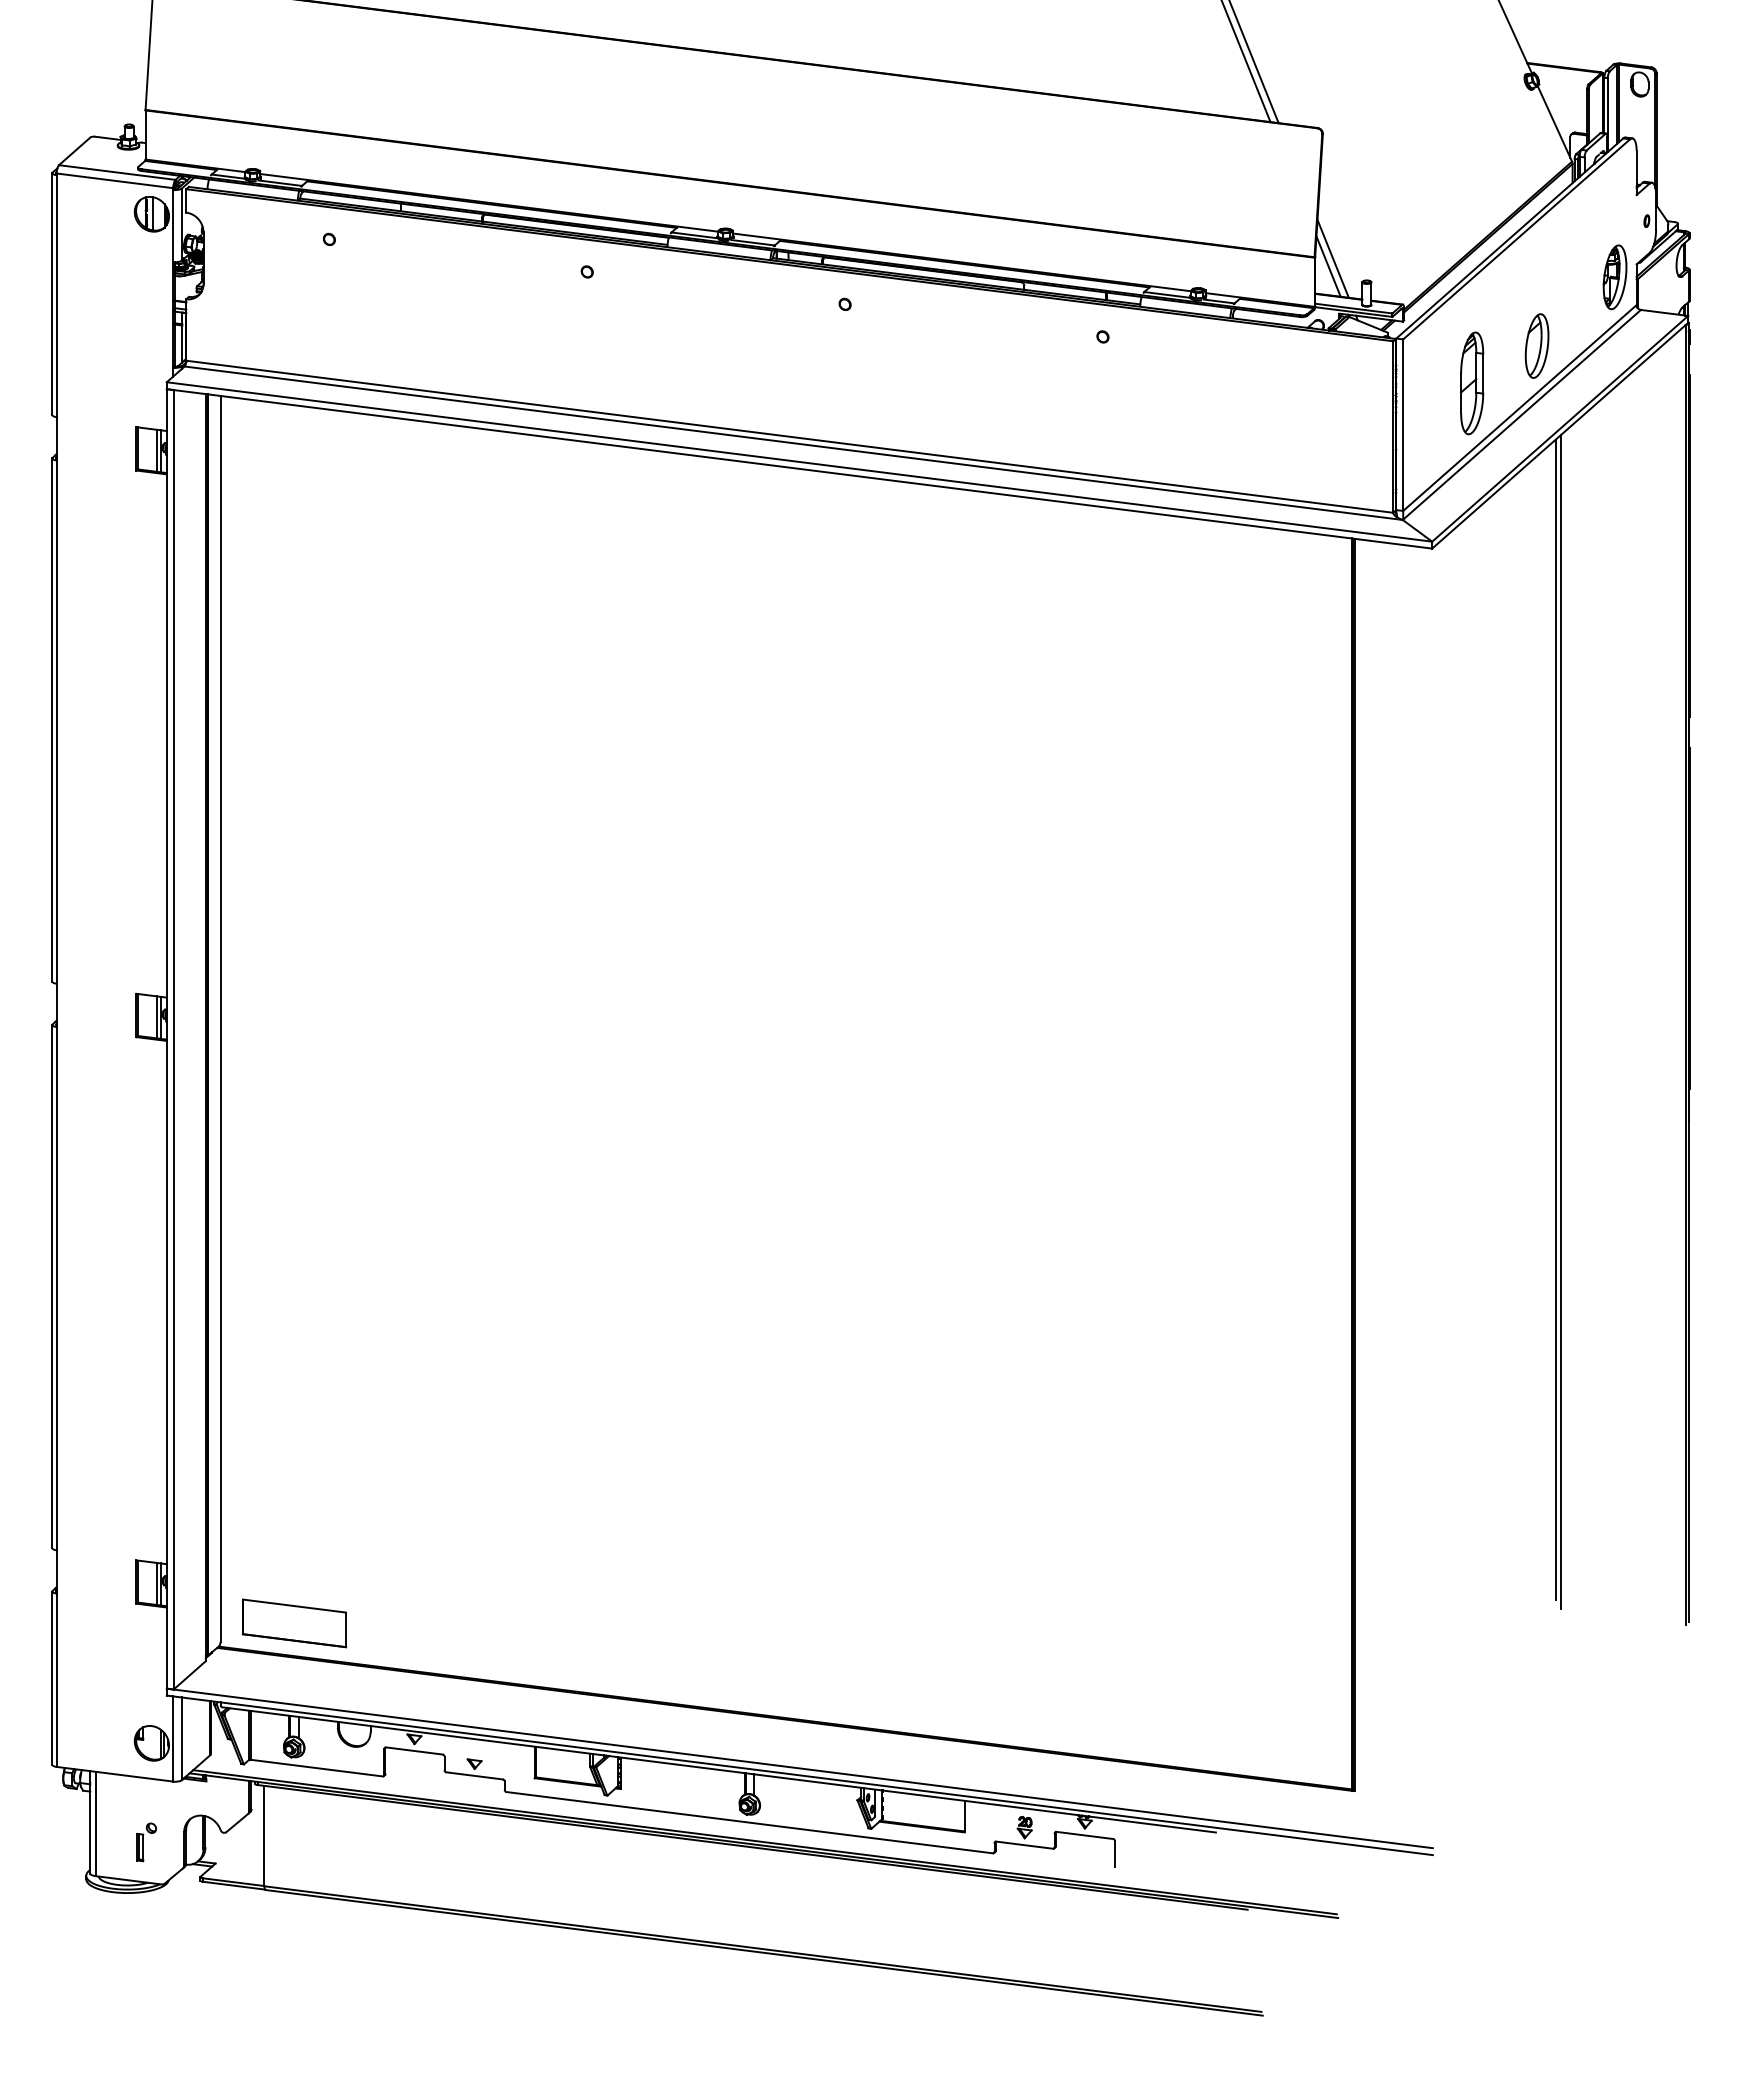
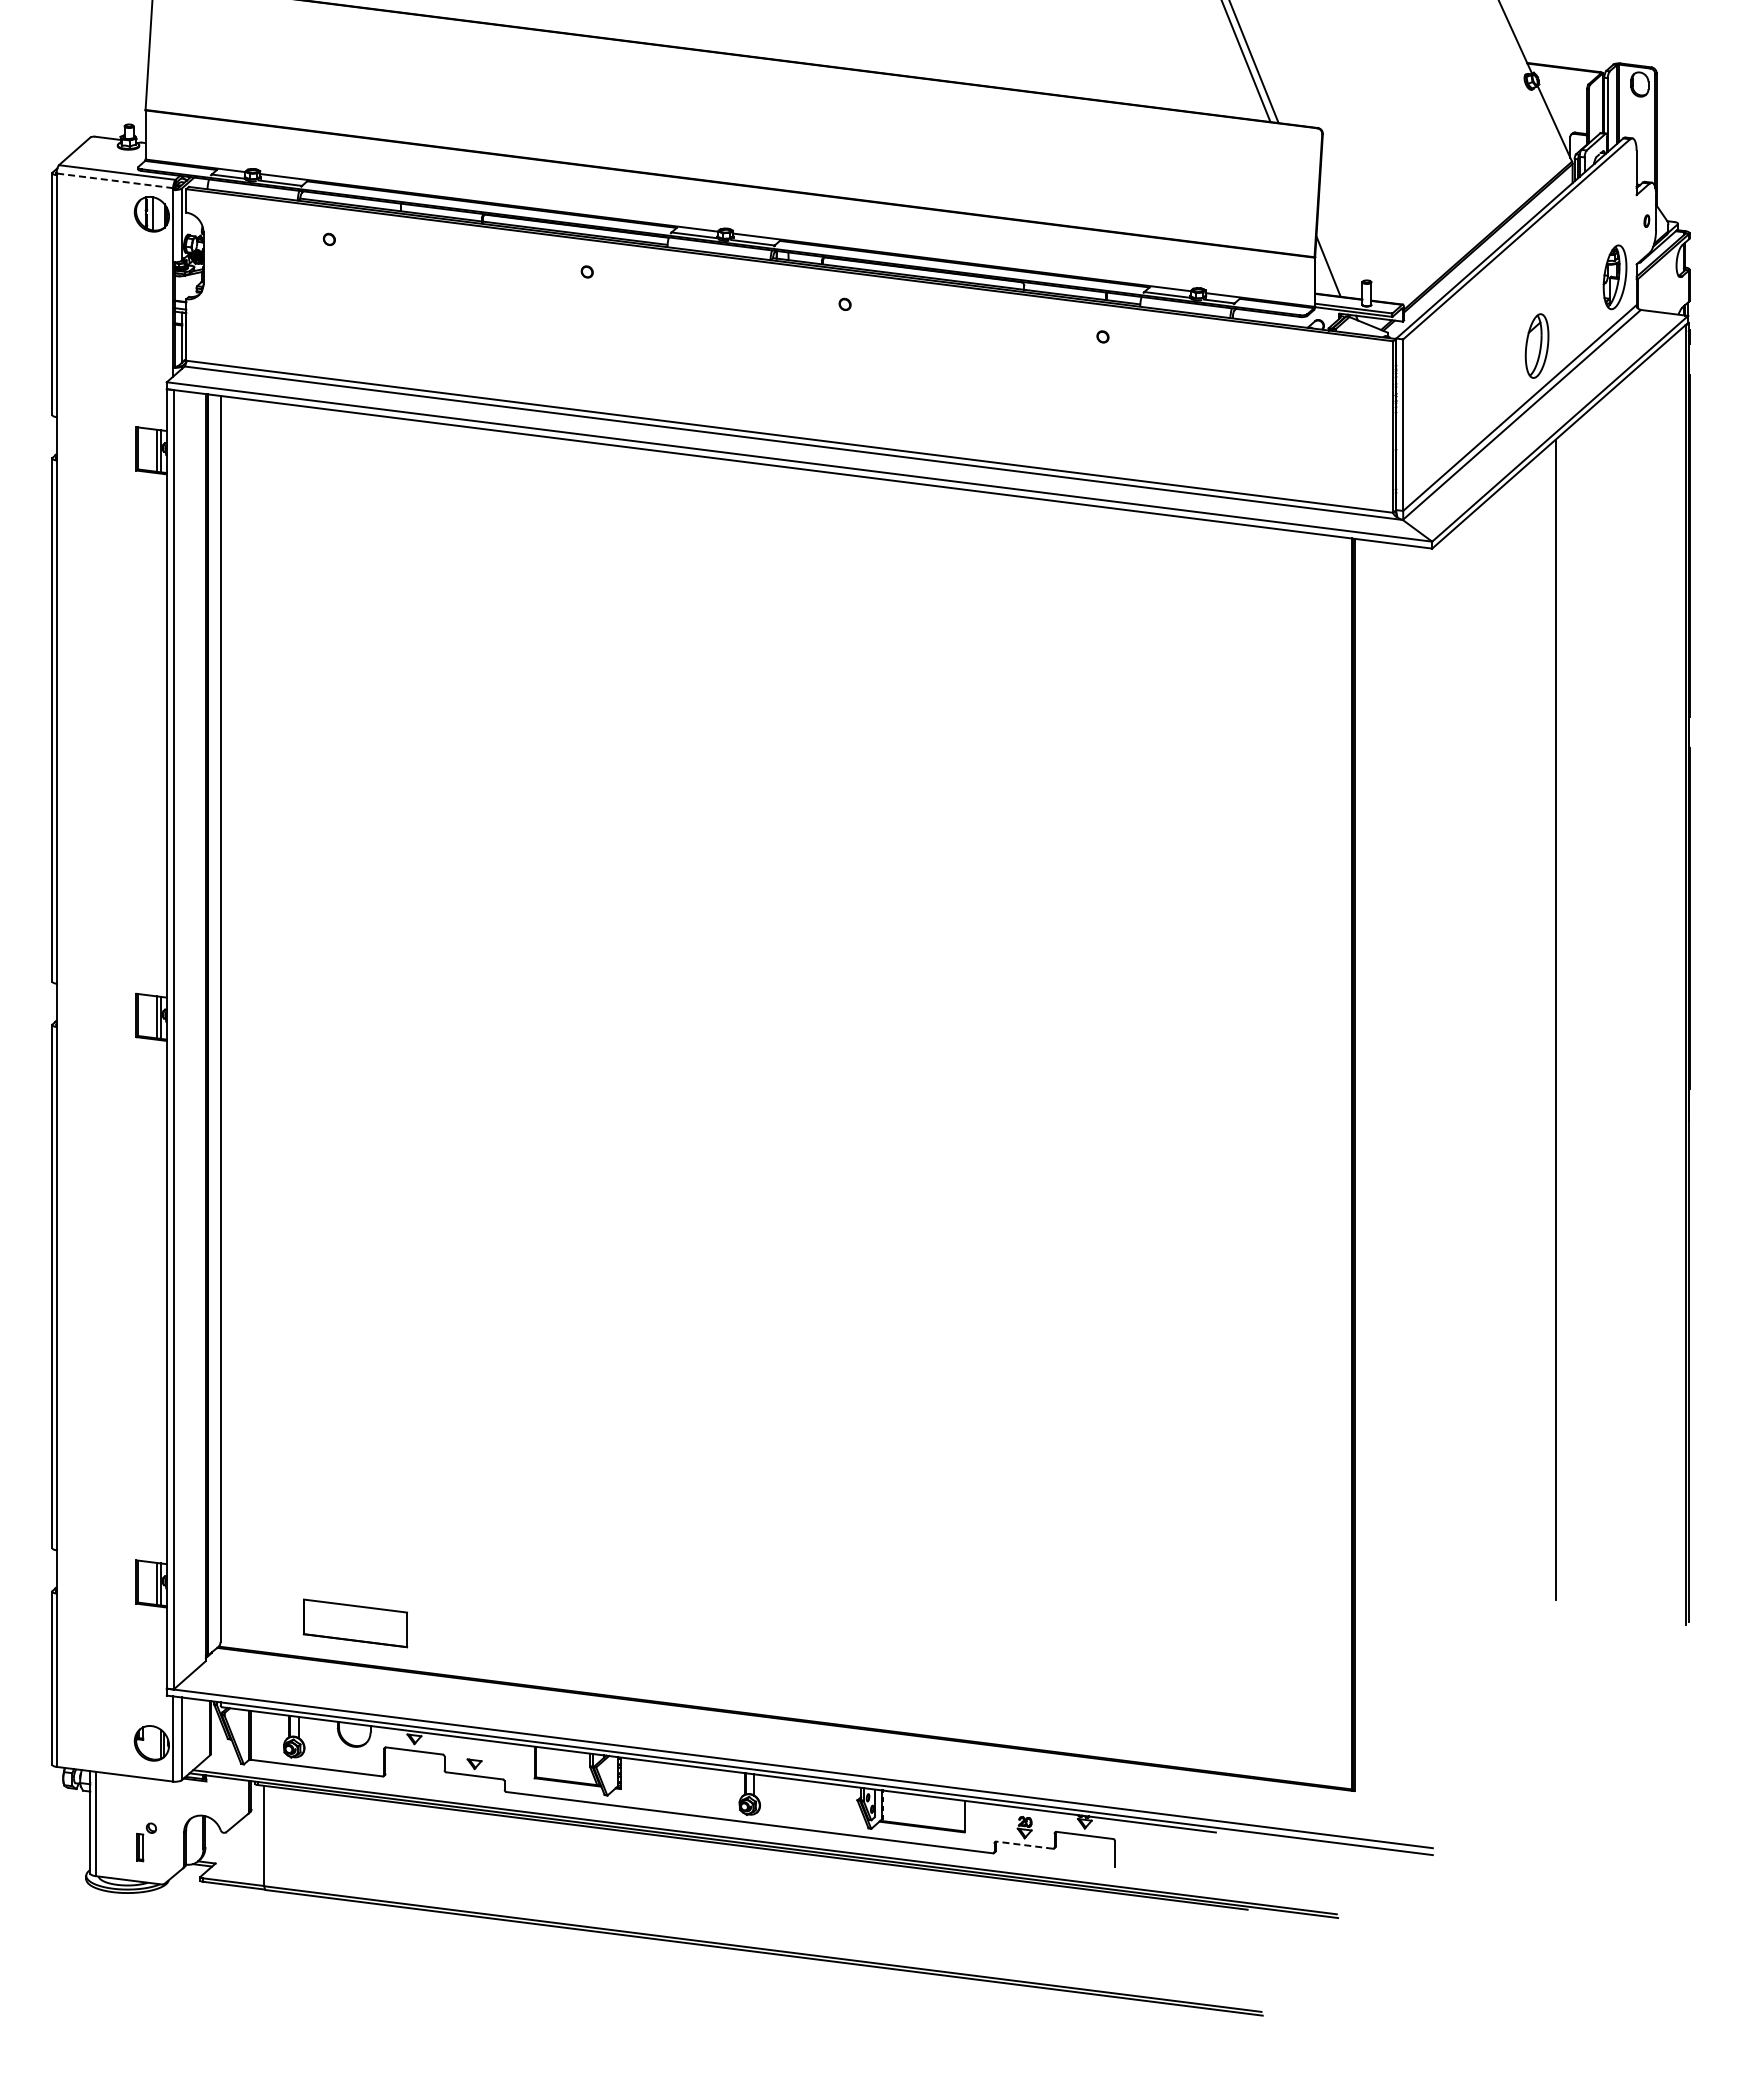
line at (114, 180): solid -> dashed
line at (1332, 258): present -> none
part at (1472, 383): present -> none
line at (1560, 1021): present -> none
part at (294, 1623) position: (294, 1623) -> (355, 1623)
line at (1024, 1845): solid -> dashed
